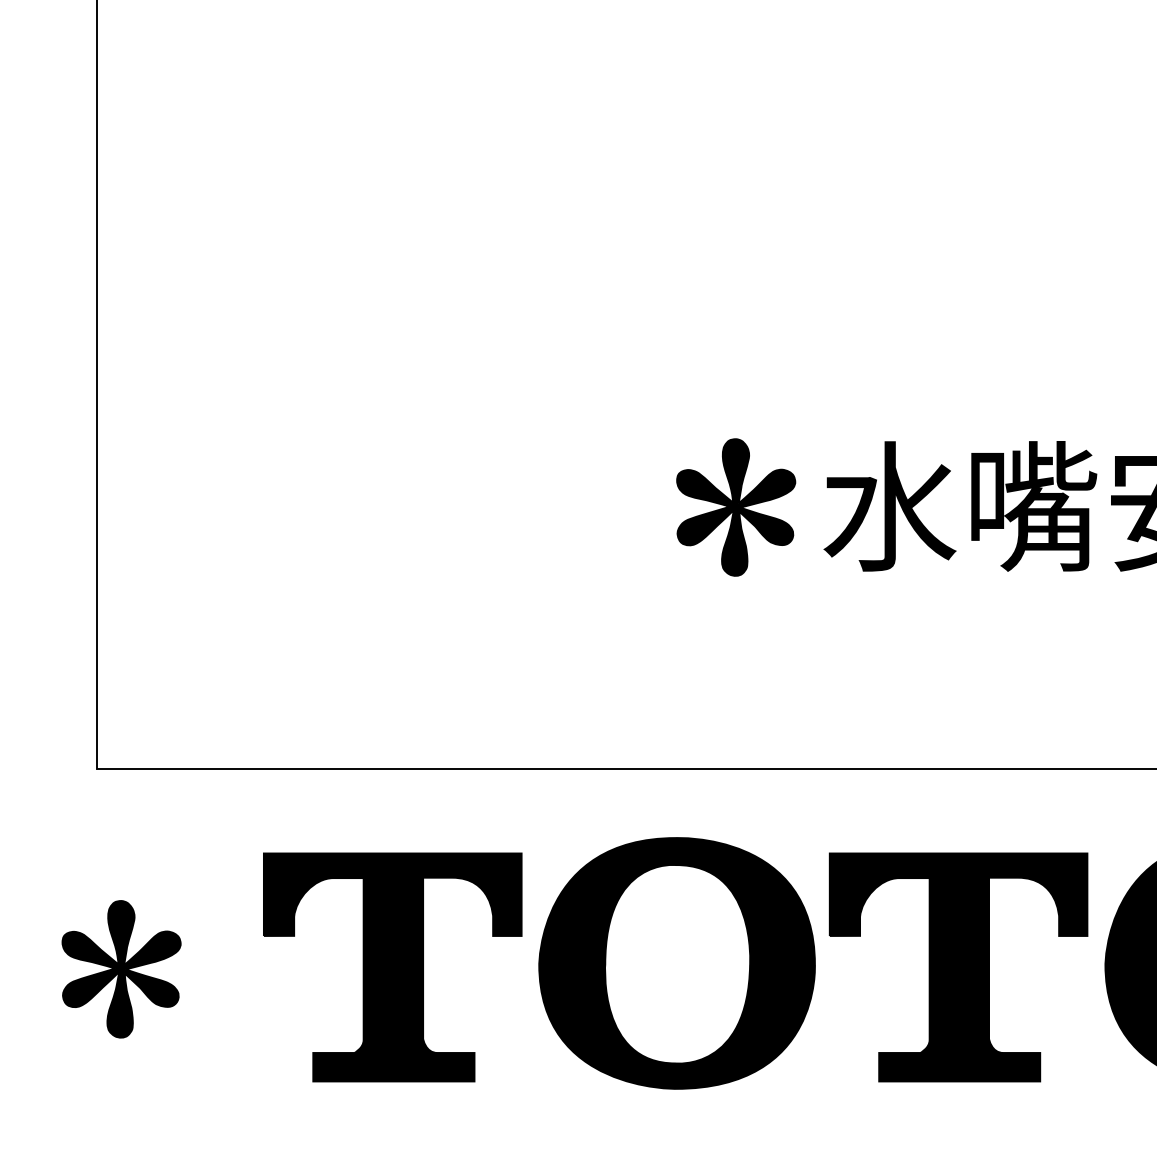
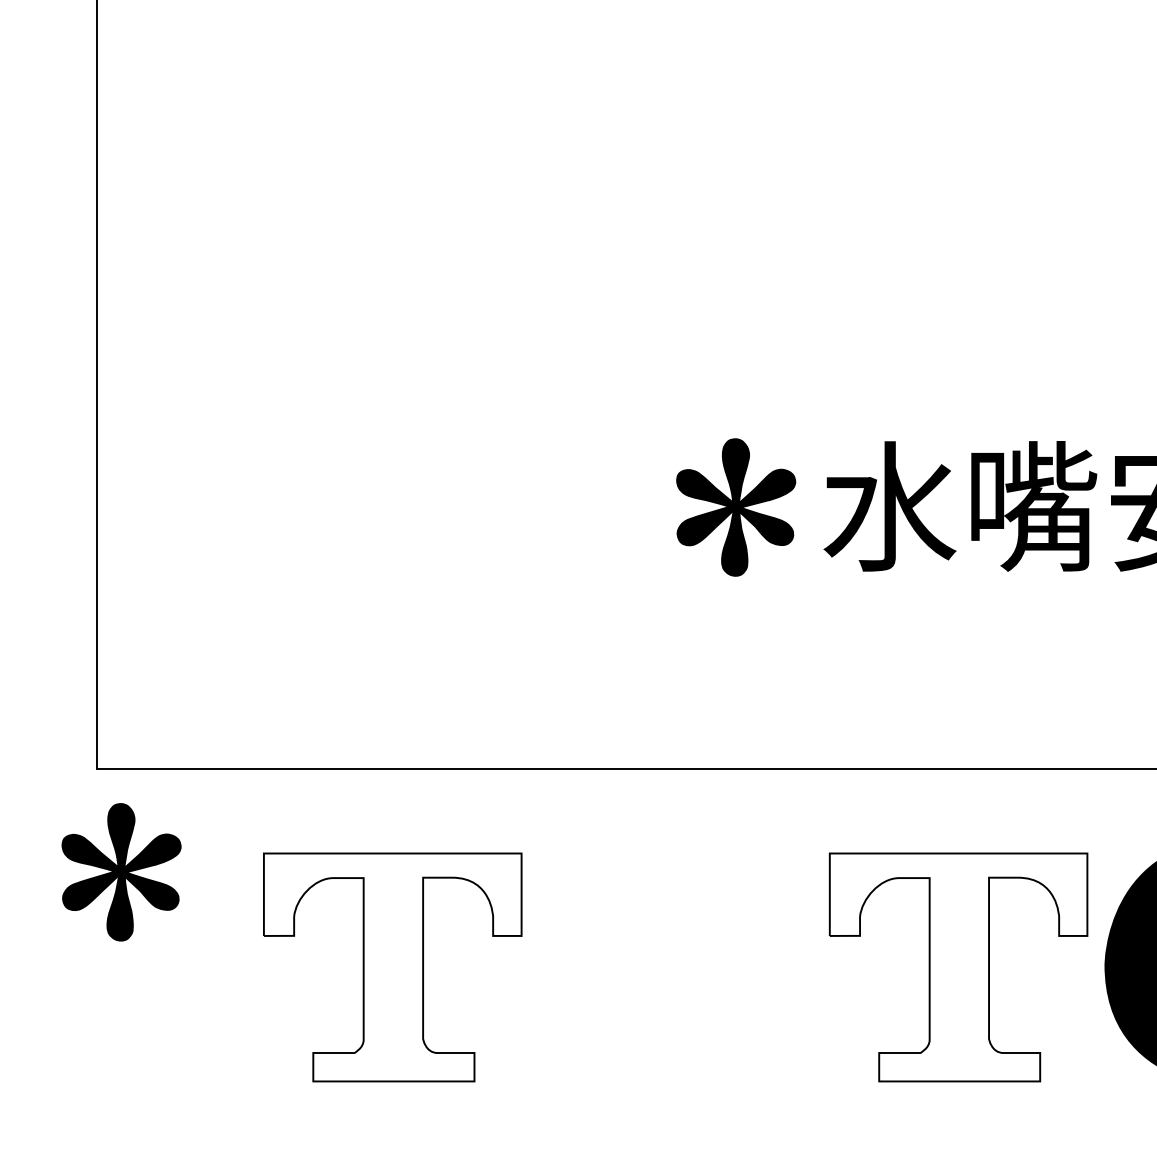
part at (676, 963): present -> none
fill at (392, 967): present -> none
fill at (958, 967): present -> none
part at (121, 969) position: (121, 969) -> (121, 872)
